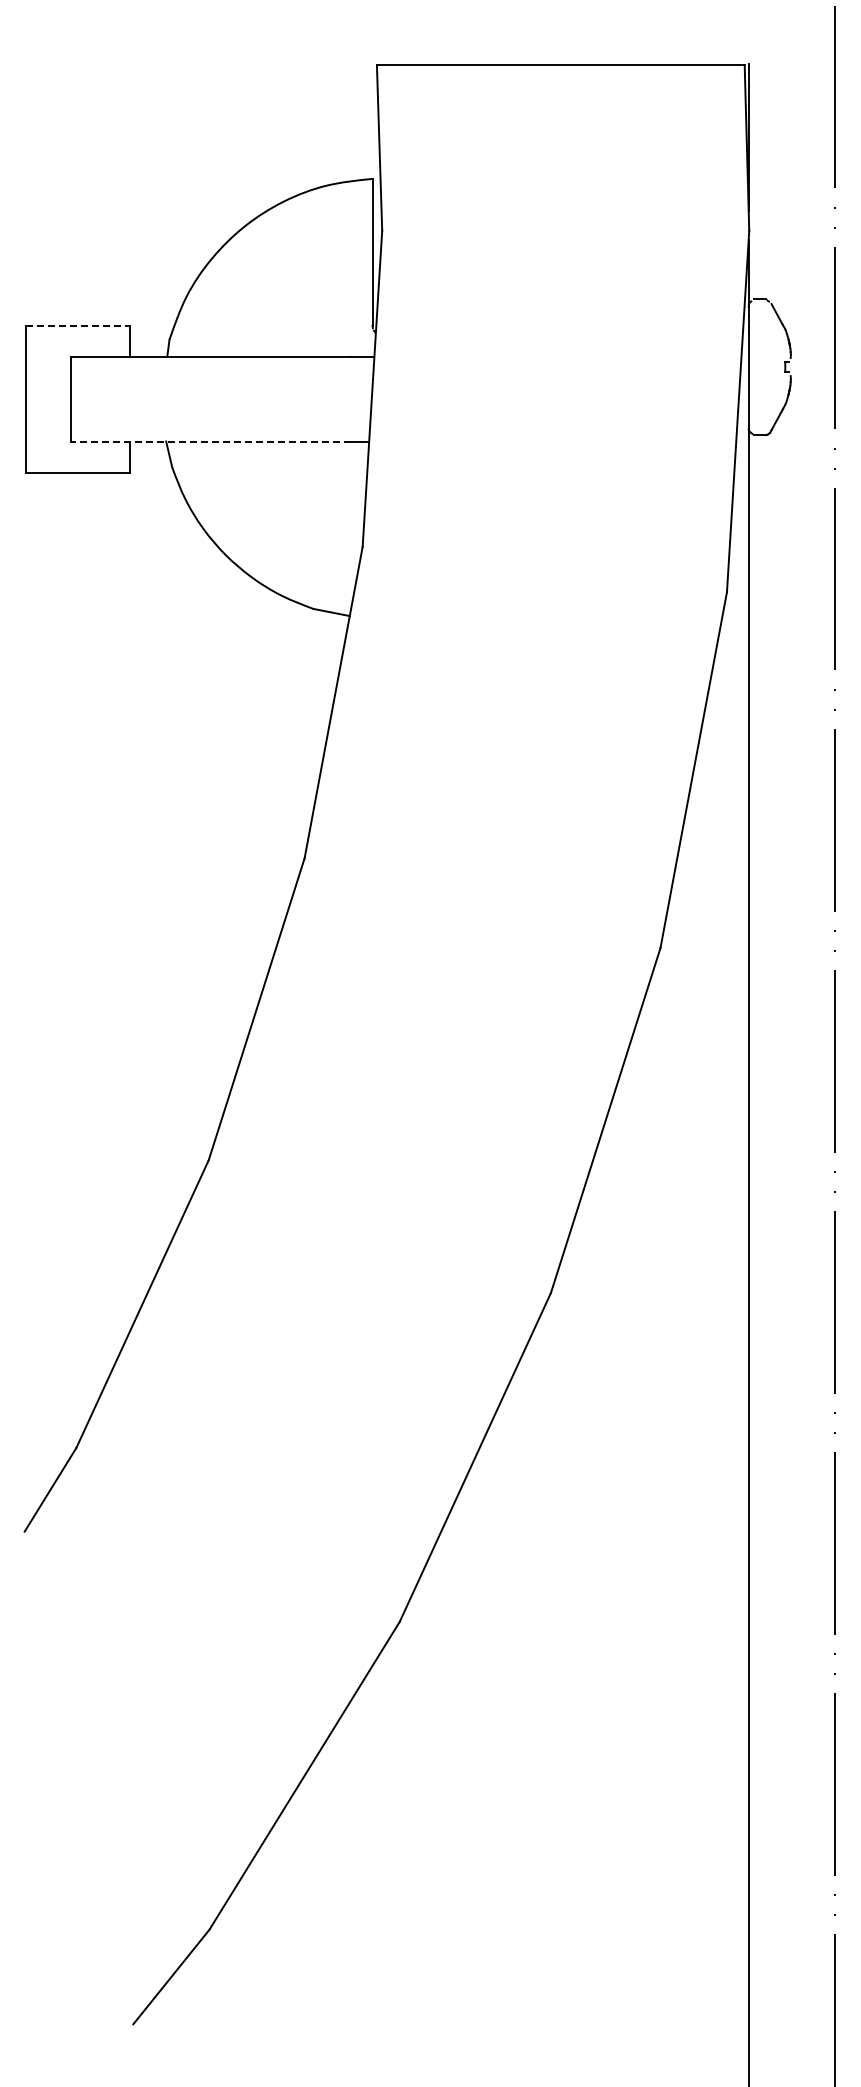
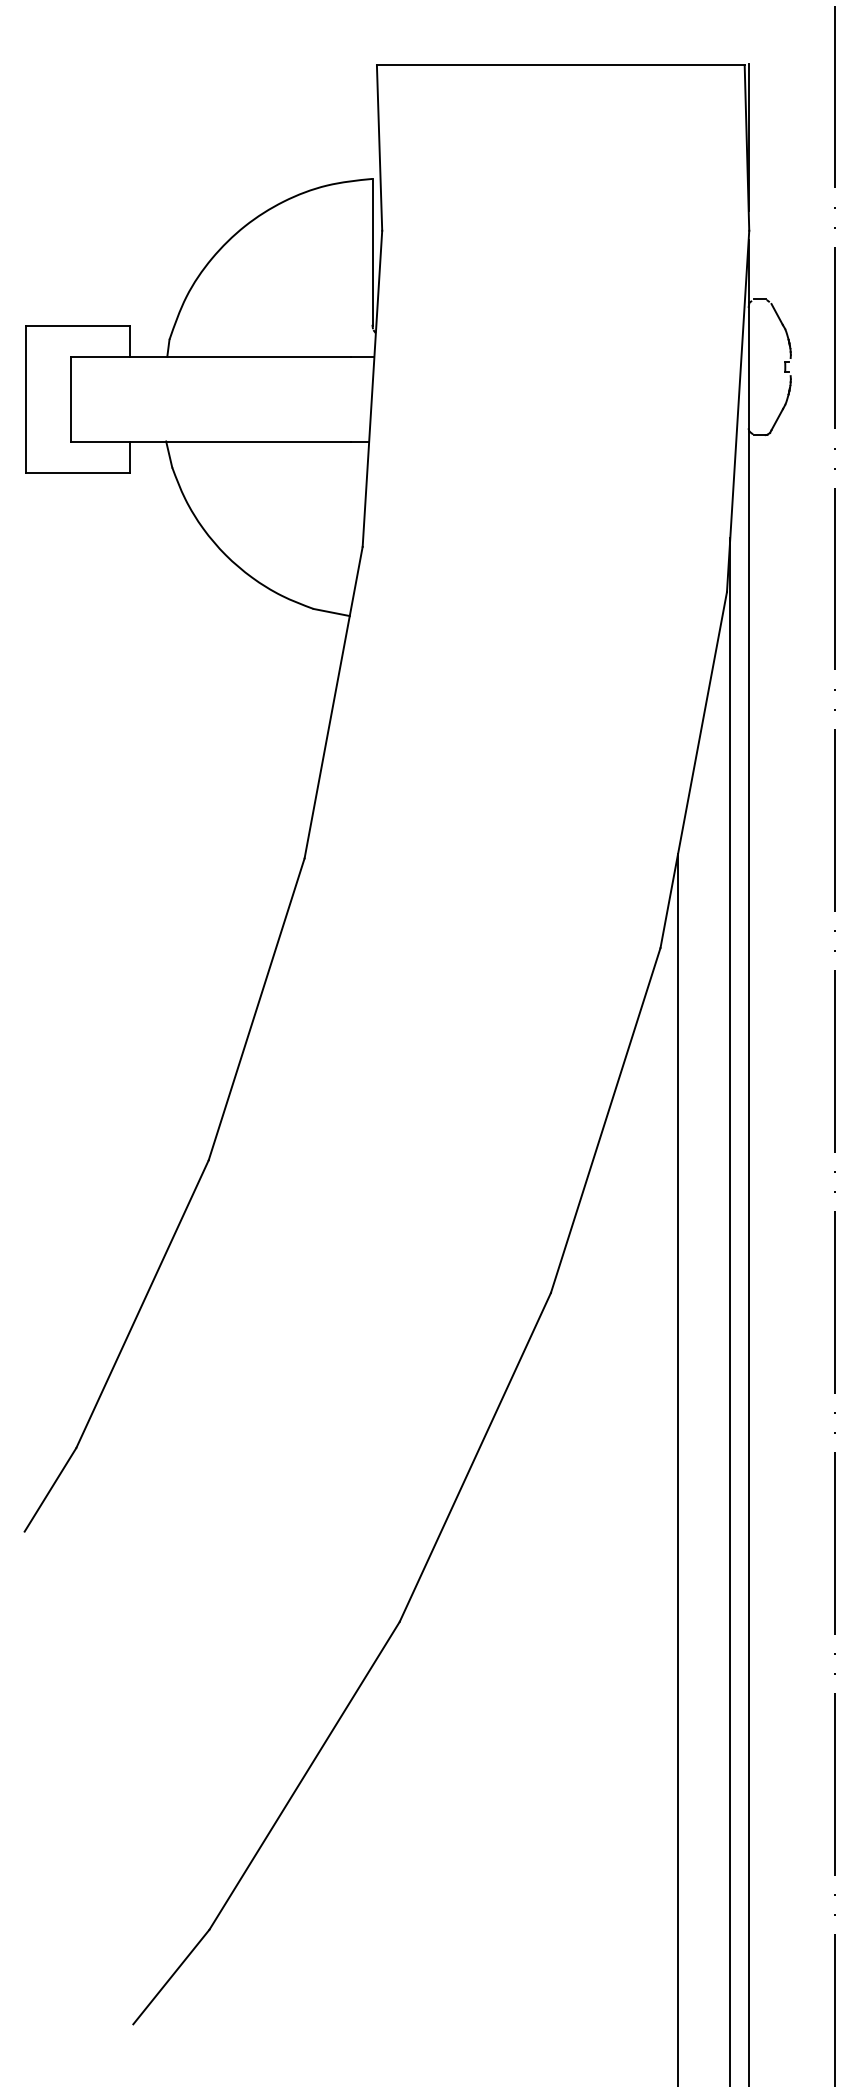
line at (78, 325): dashed -> solid
line at (210, 441): dashed -> solid
line at (730, 1310): none -> present
line at (678, 1468): none -> present
